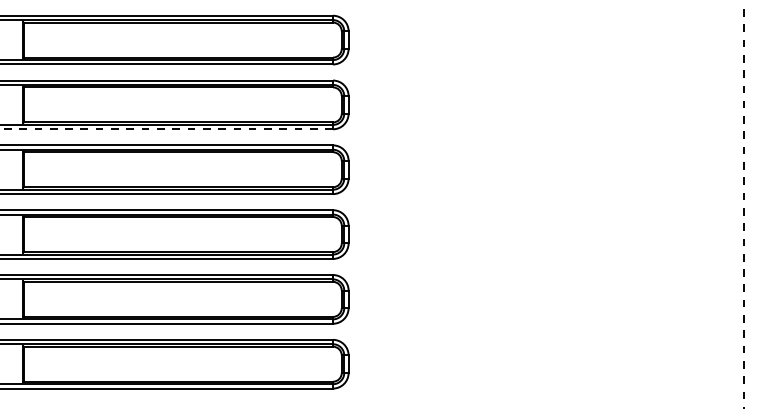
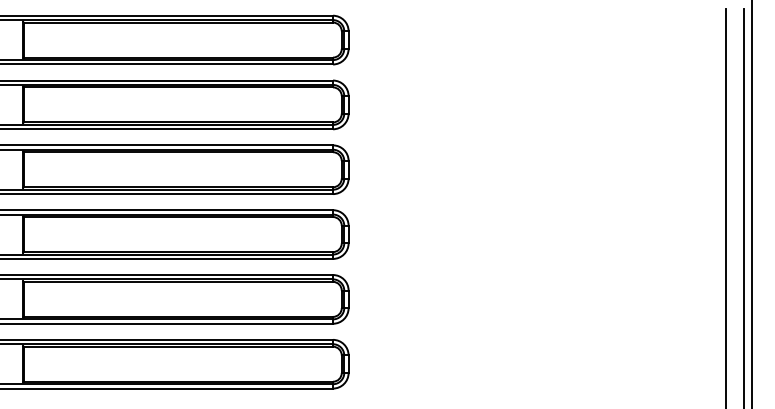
line at (166, 129): dashed -> solid
line at (751, 203): none -> present
line at (726, 206): none -> present
line at (743, 208): dashed -> solid
